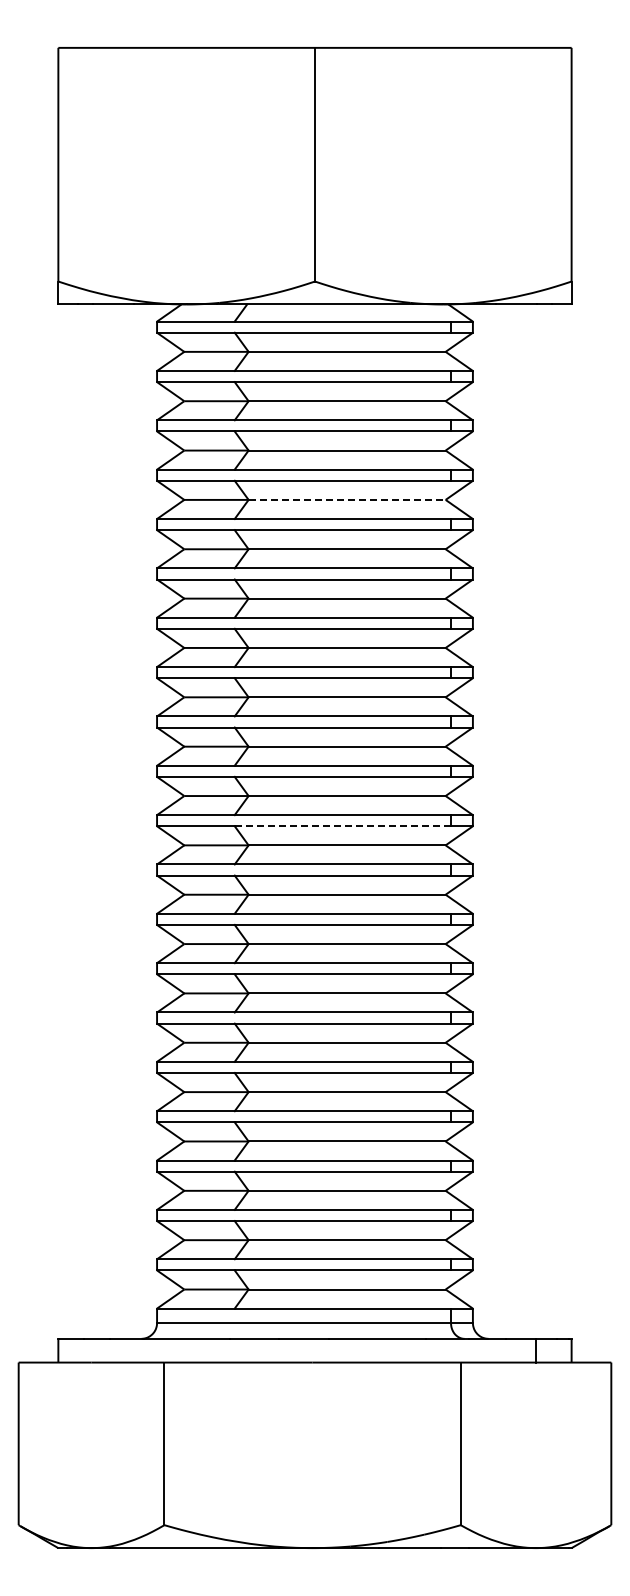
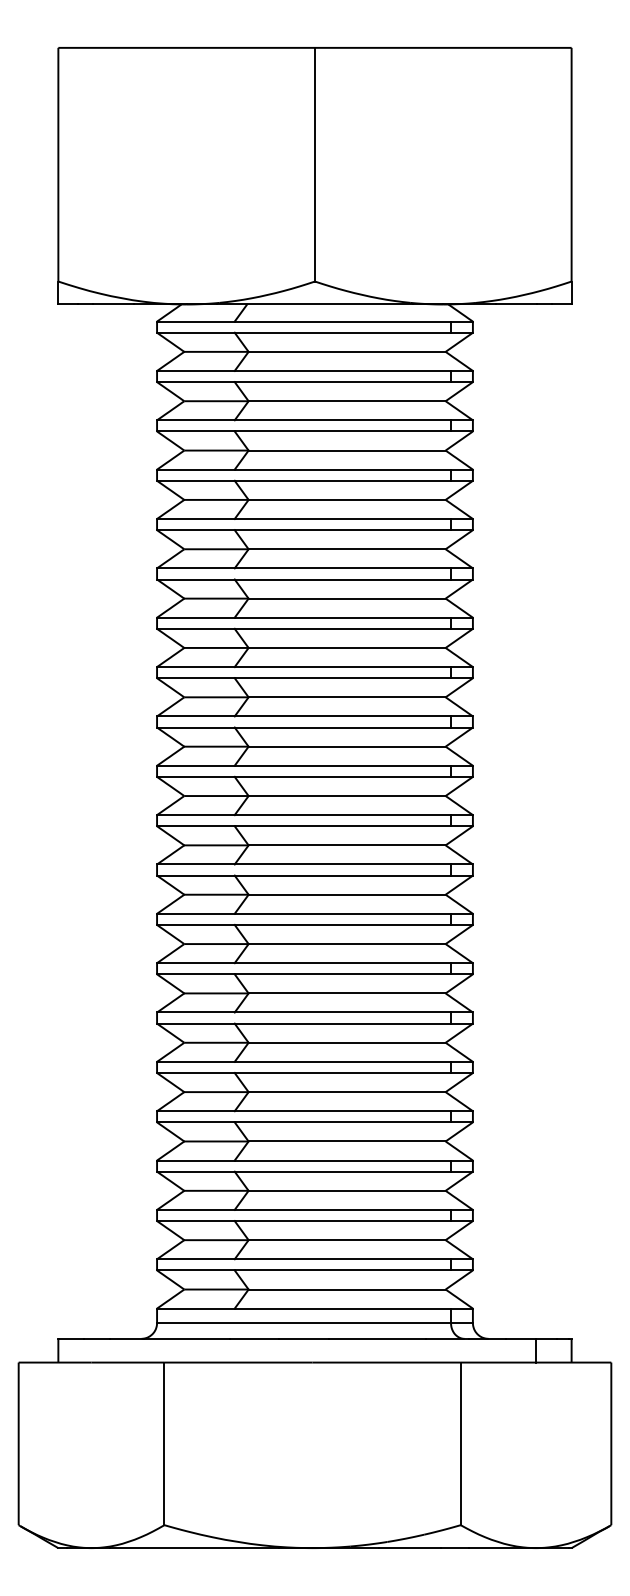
line at (347, 499): dashed -> solid
line at (343, 826): dashed -> solid
